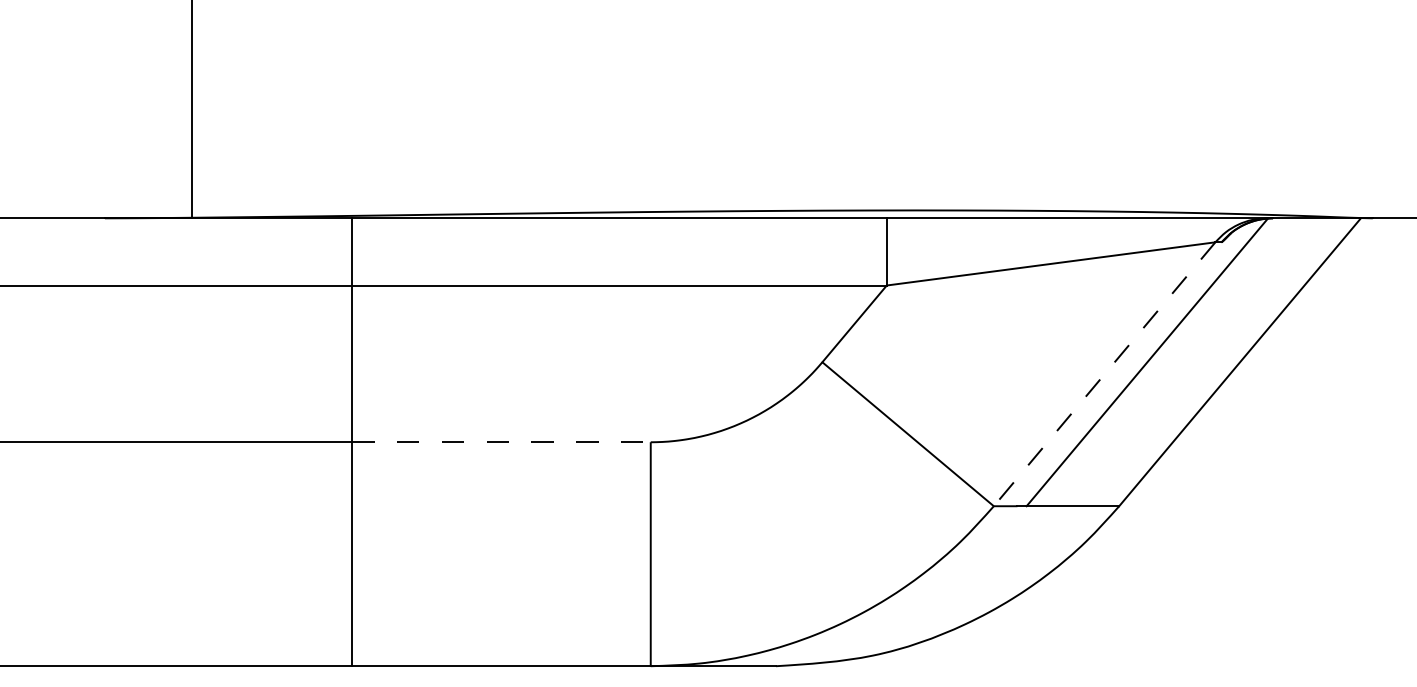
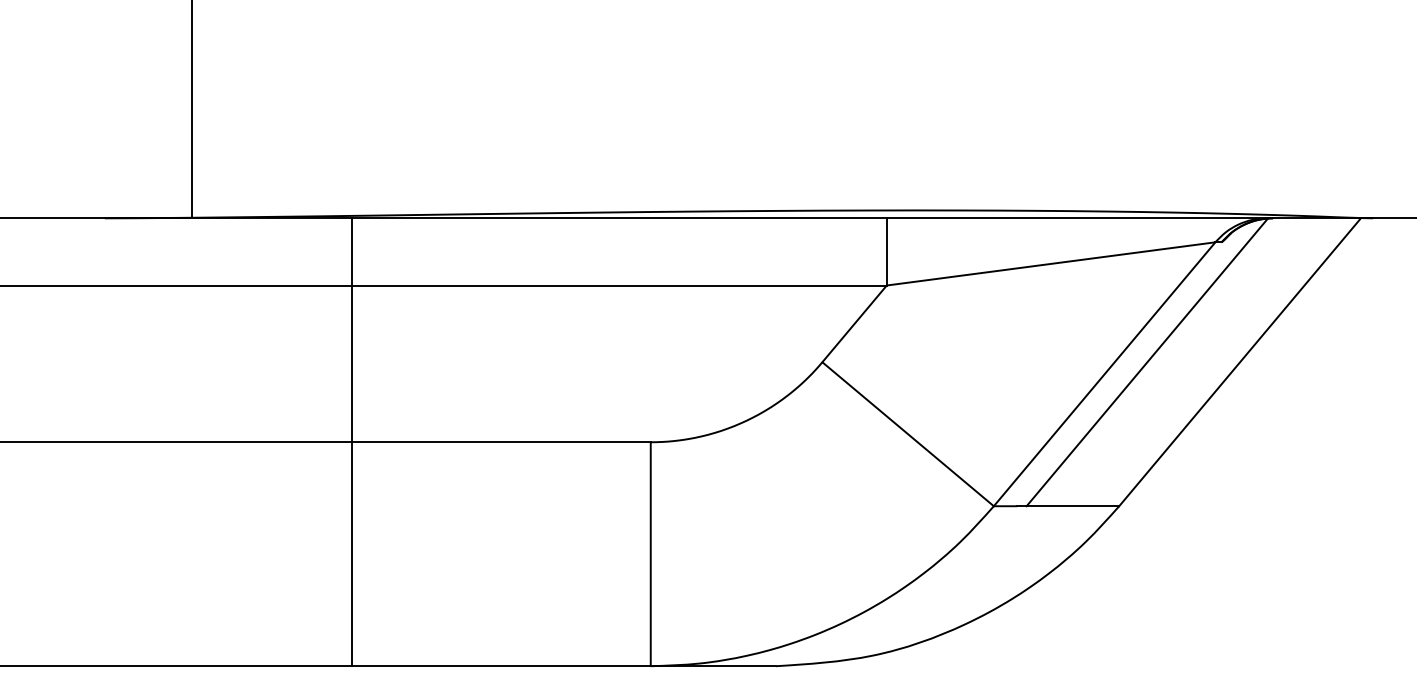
line at (1104, 374): dashed -> solid
line at (502, 442): dashed -> solid
